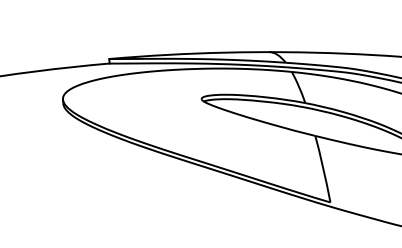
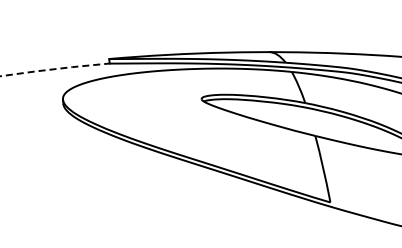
arc at (55, 69): solid -> dashed
